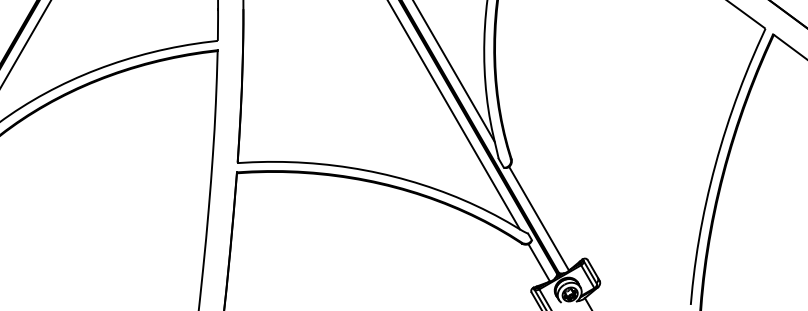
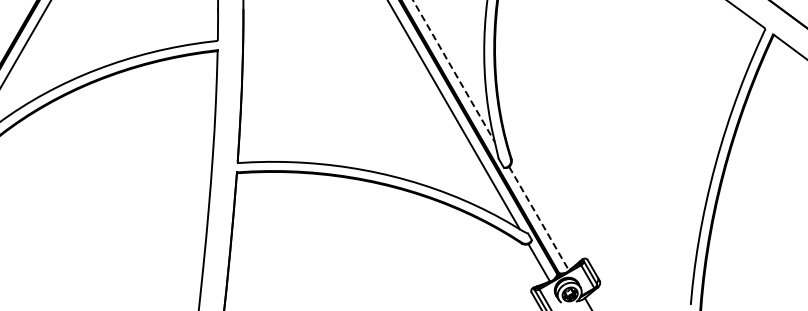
line at (453, 71): solid -> dashed
line at (539, 218): solid -> dashed
